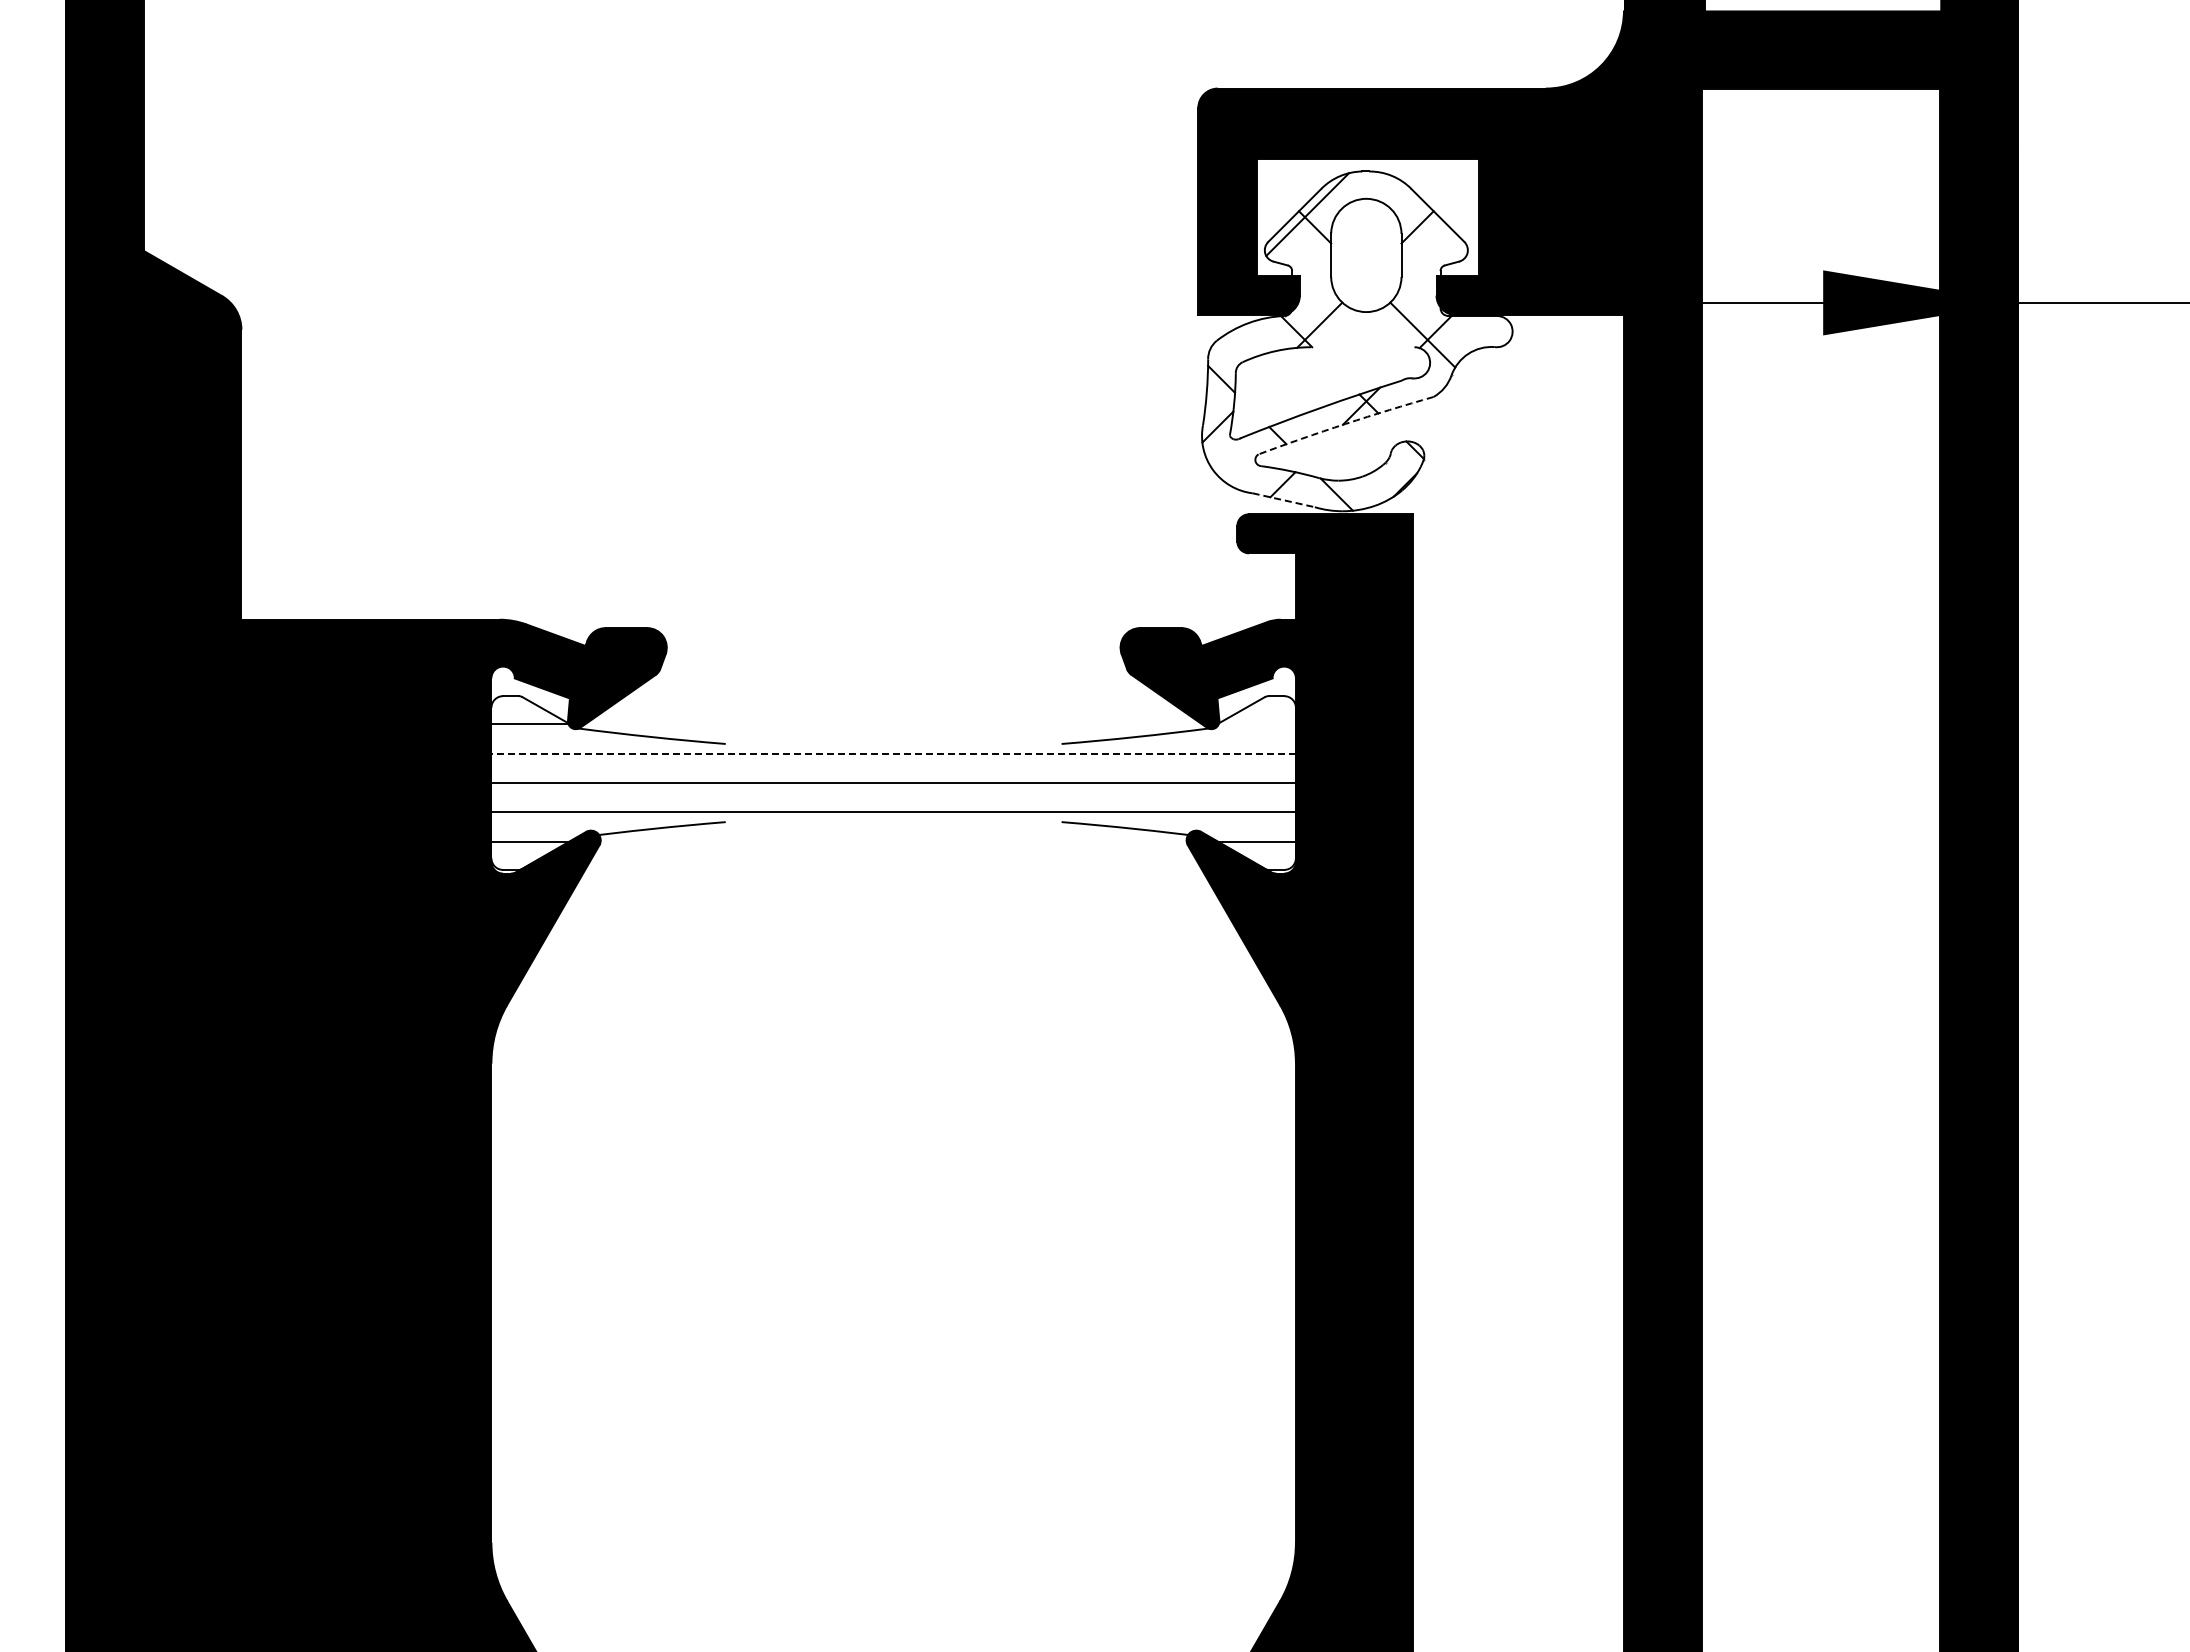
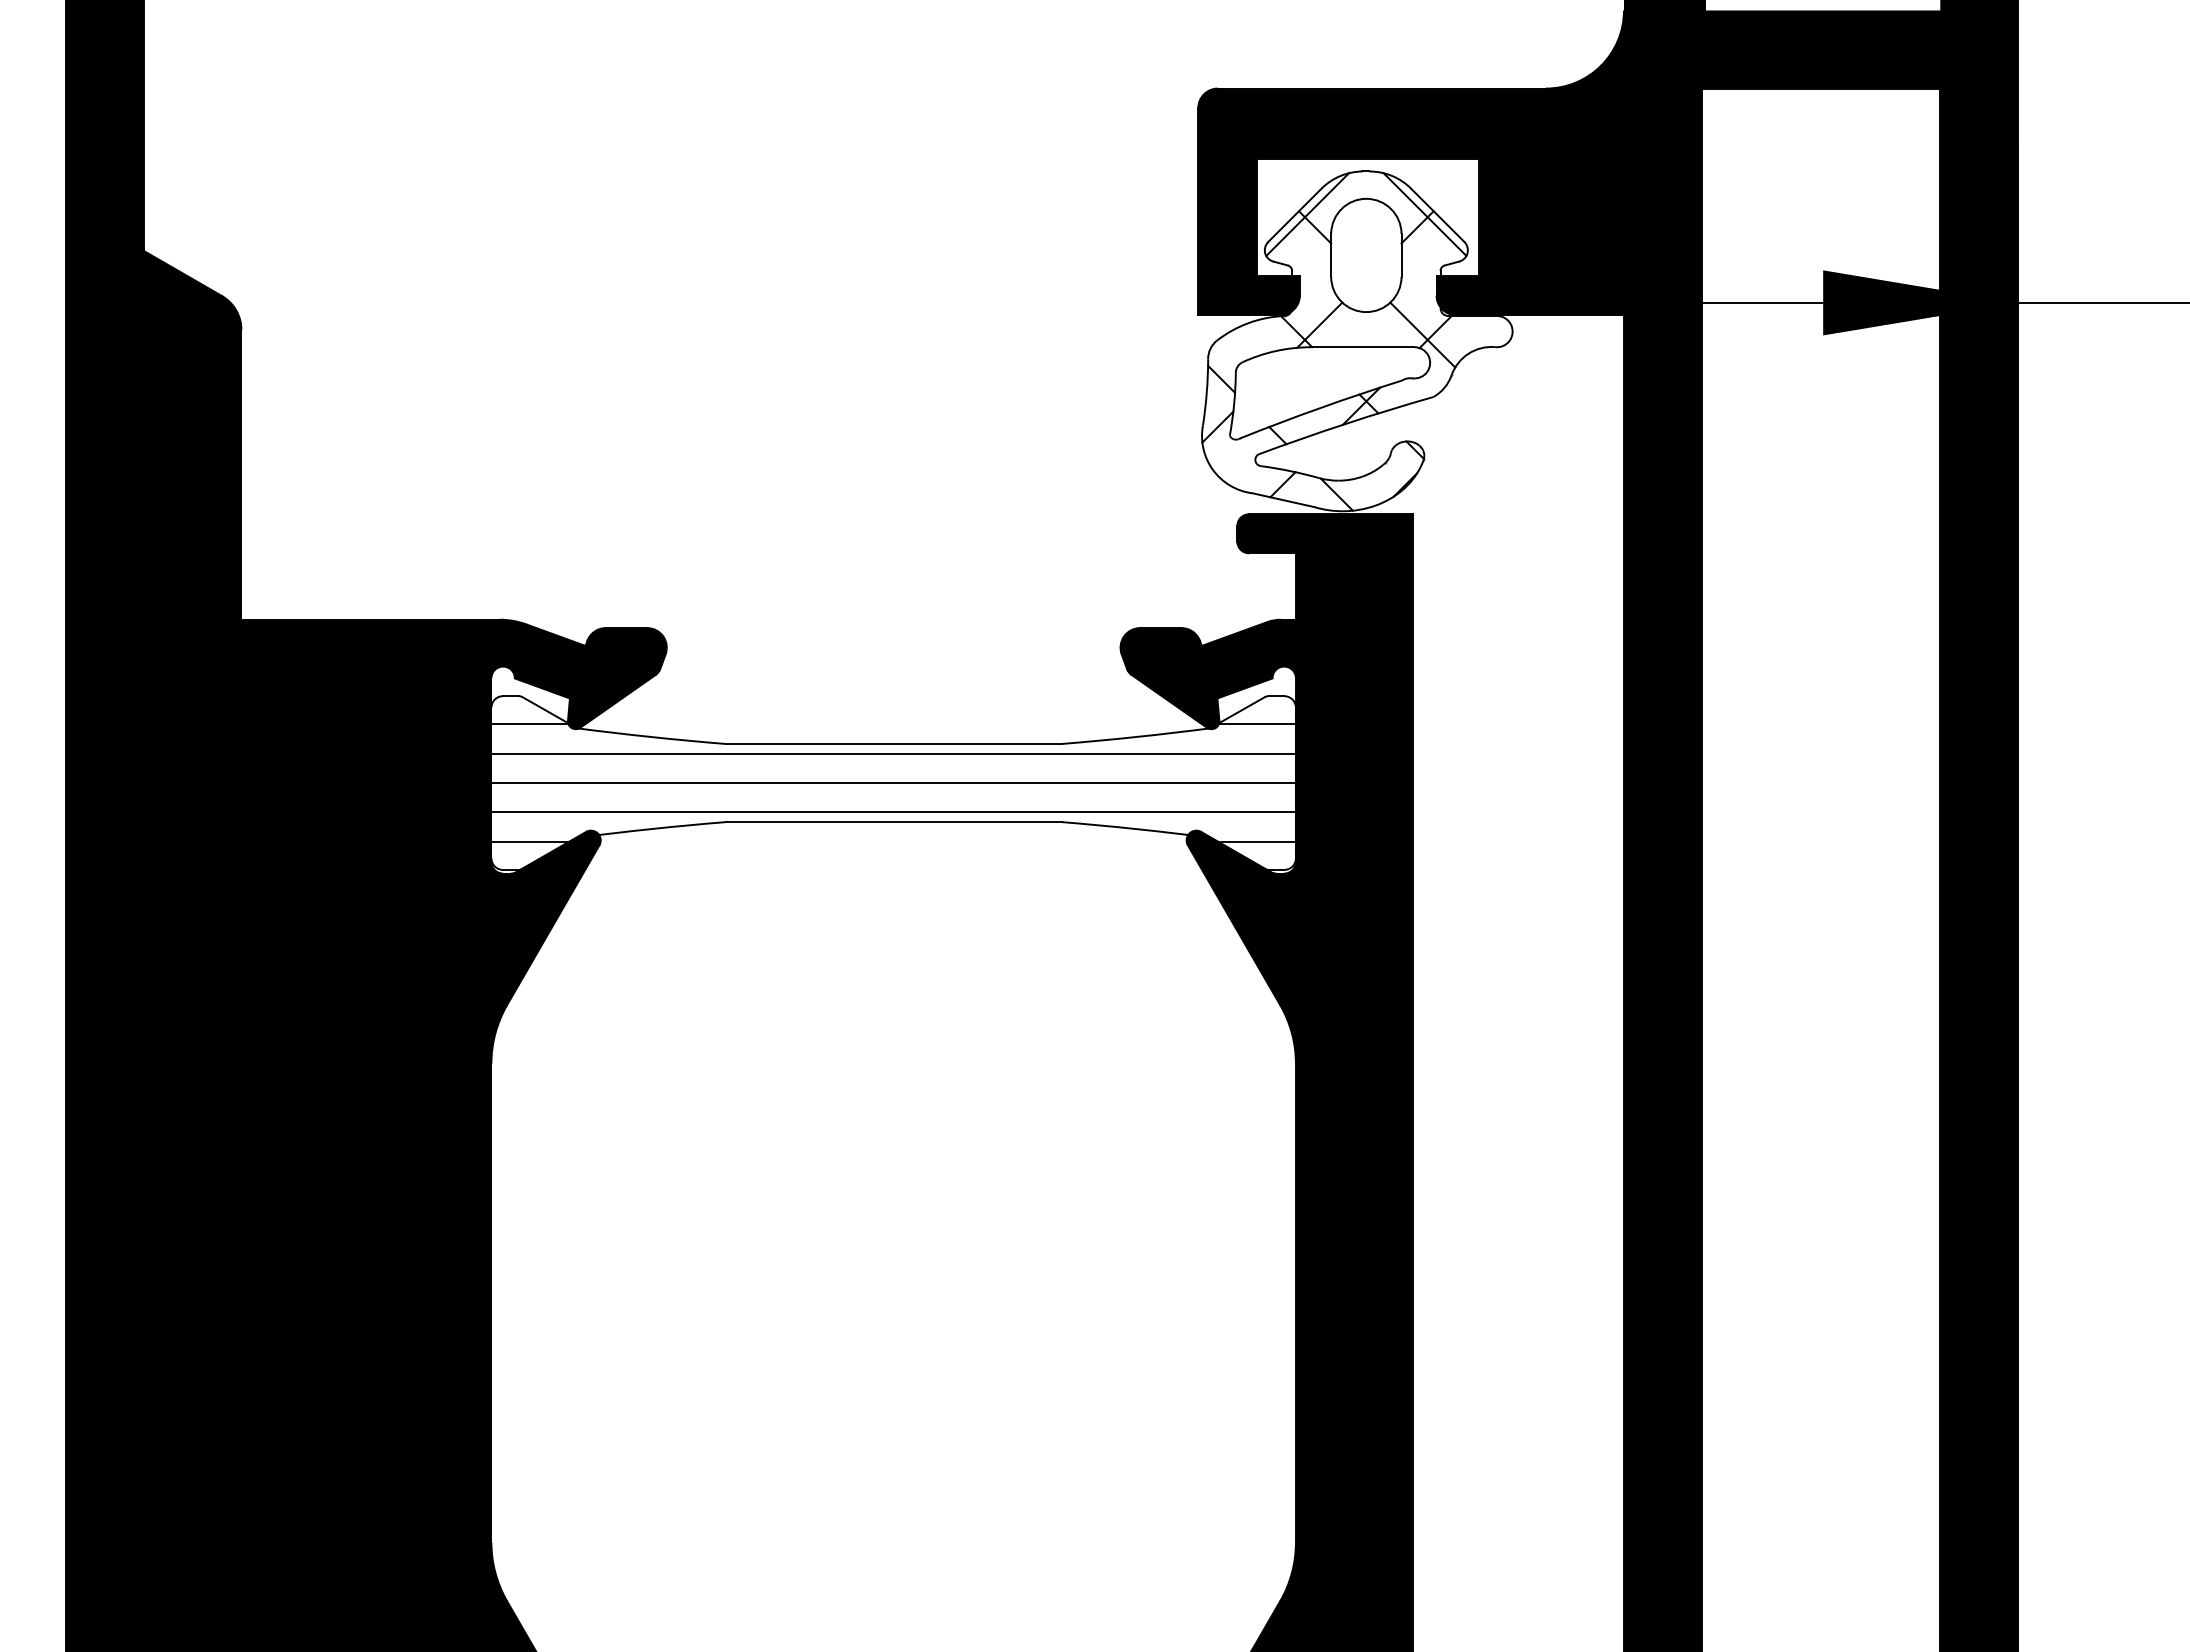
line at (1424, 214): none -> present
line at (1362, 347): none -> present
arc at (1345, 423): dashed -> solid
line at (1283, 500): dashed -> solid
line at (1255, 724): none -> present
line at (893, 743): none -> present
line at (893, 753): dashed -> solid
line at (893, 822): none -> present
